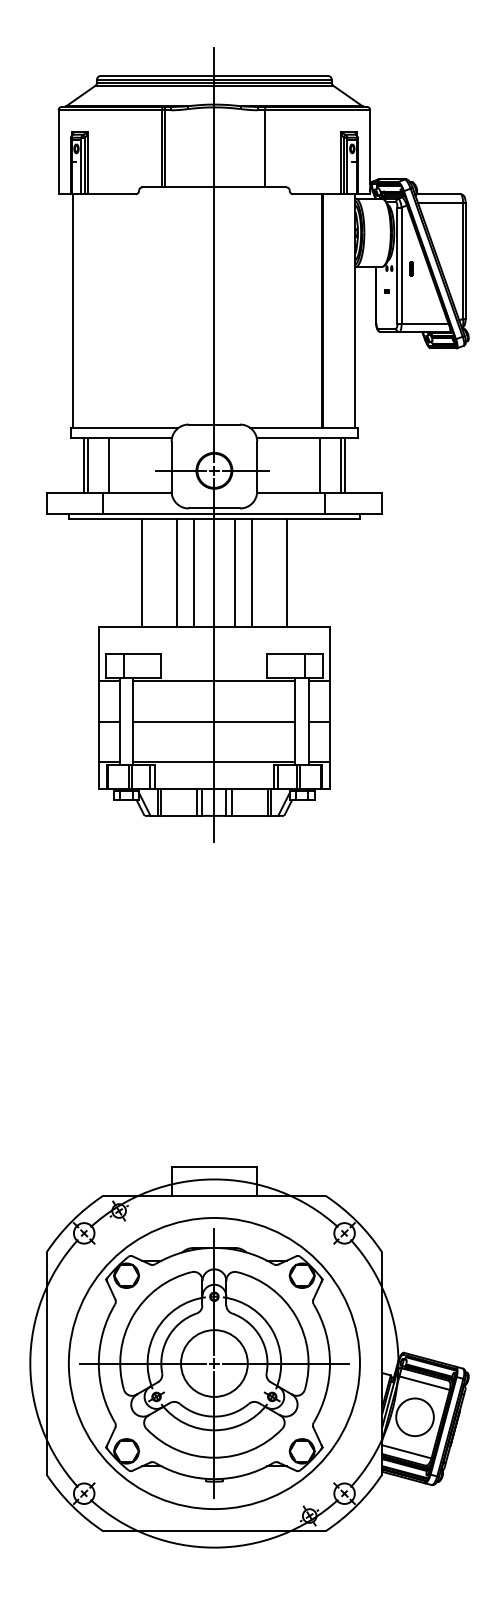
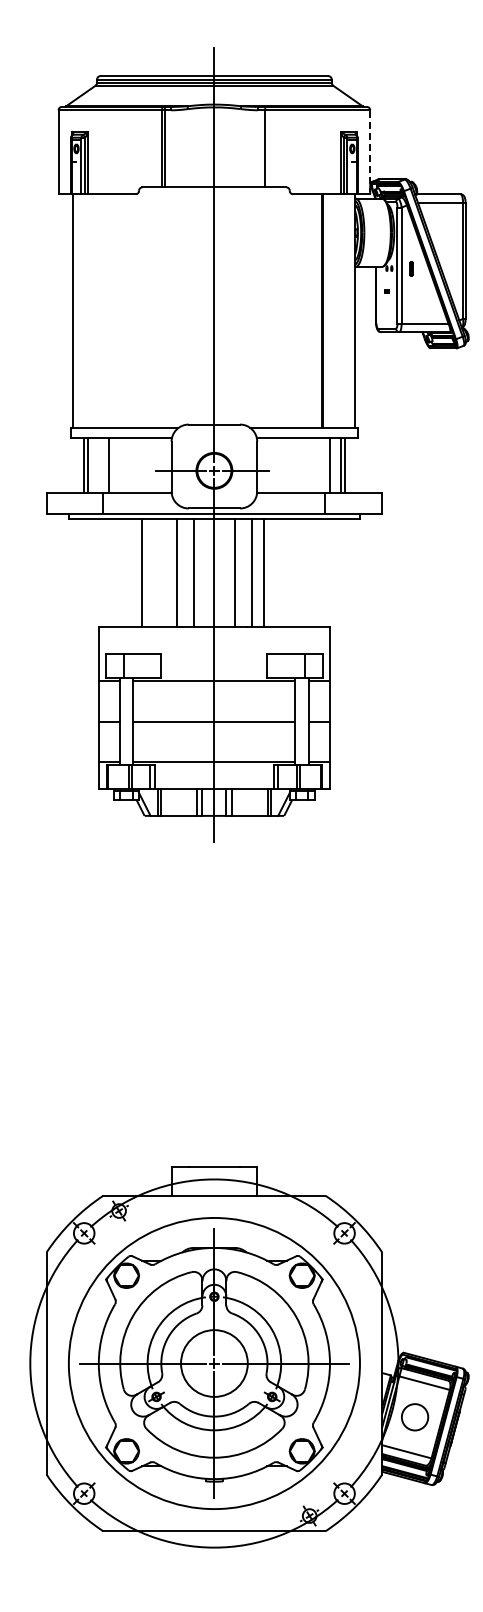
line at (370, 147): solid -> dashed
line at (319, 465) position: (319, 465) -> (329, 465)
line at (287, 572) position: (287, 572) -> (264, 572)
circle at (414, 1417) diameter: 38 px -> 26 px
